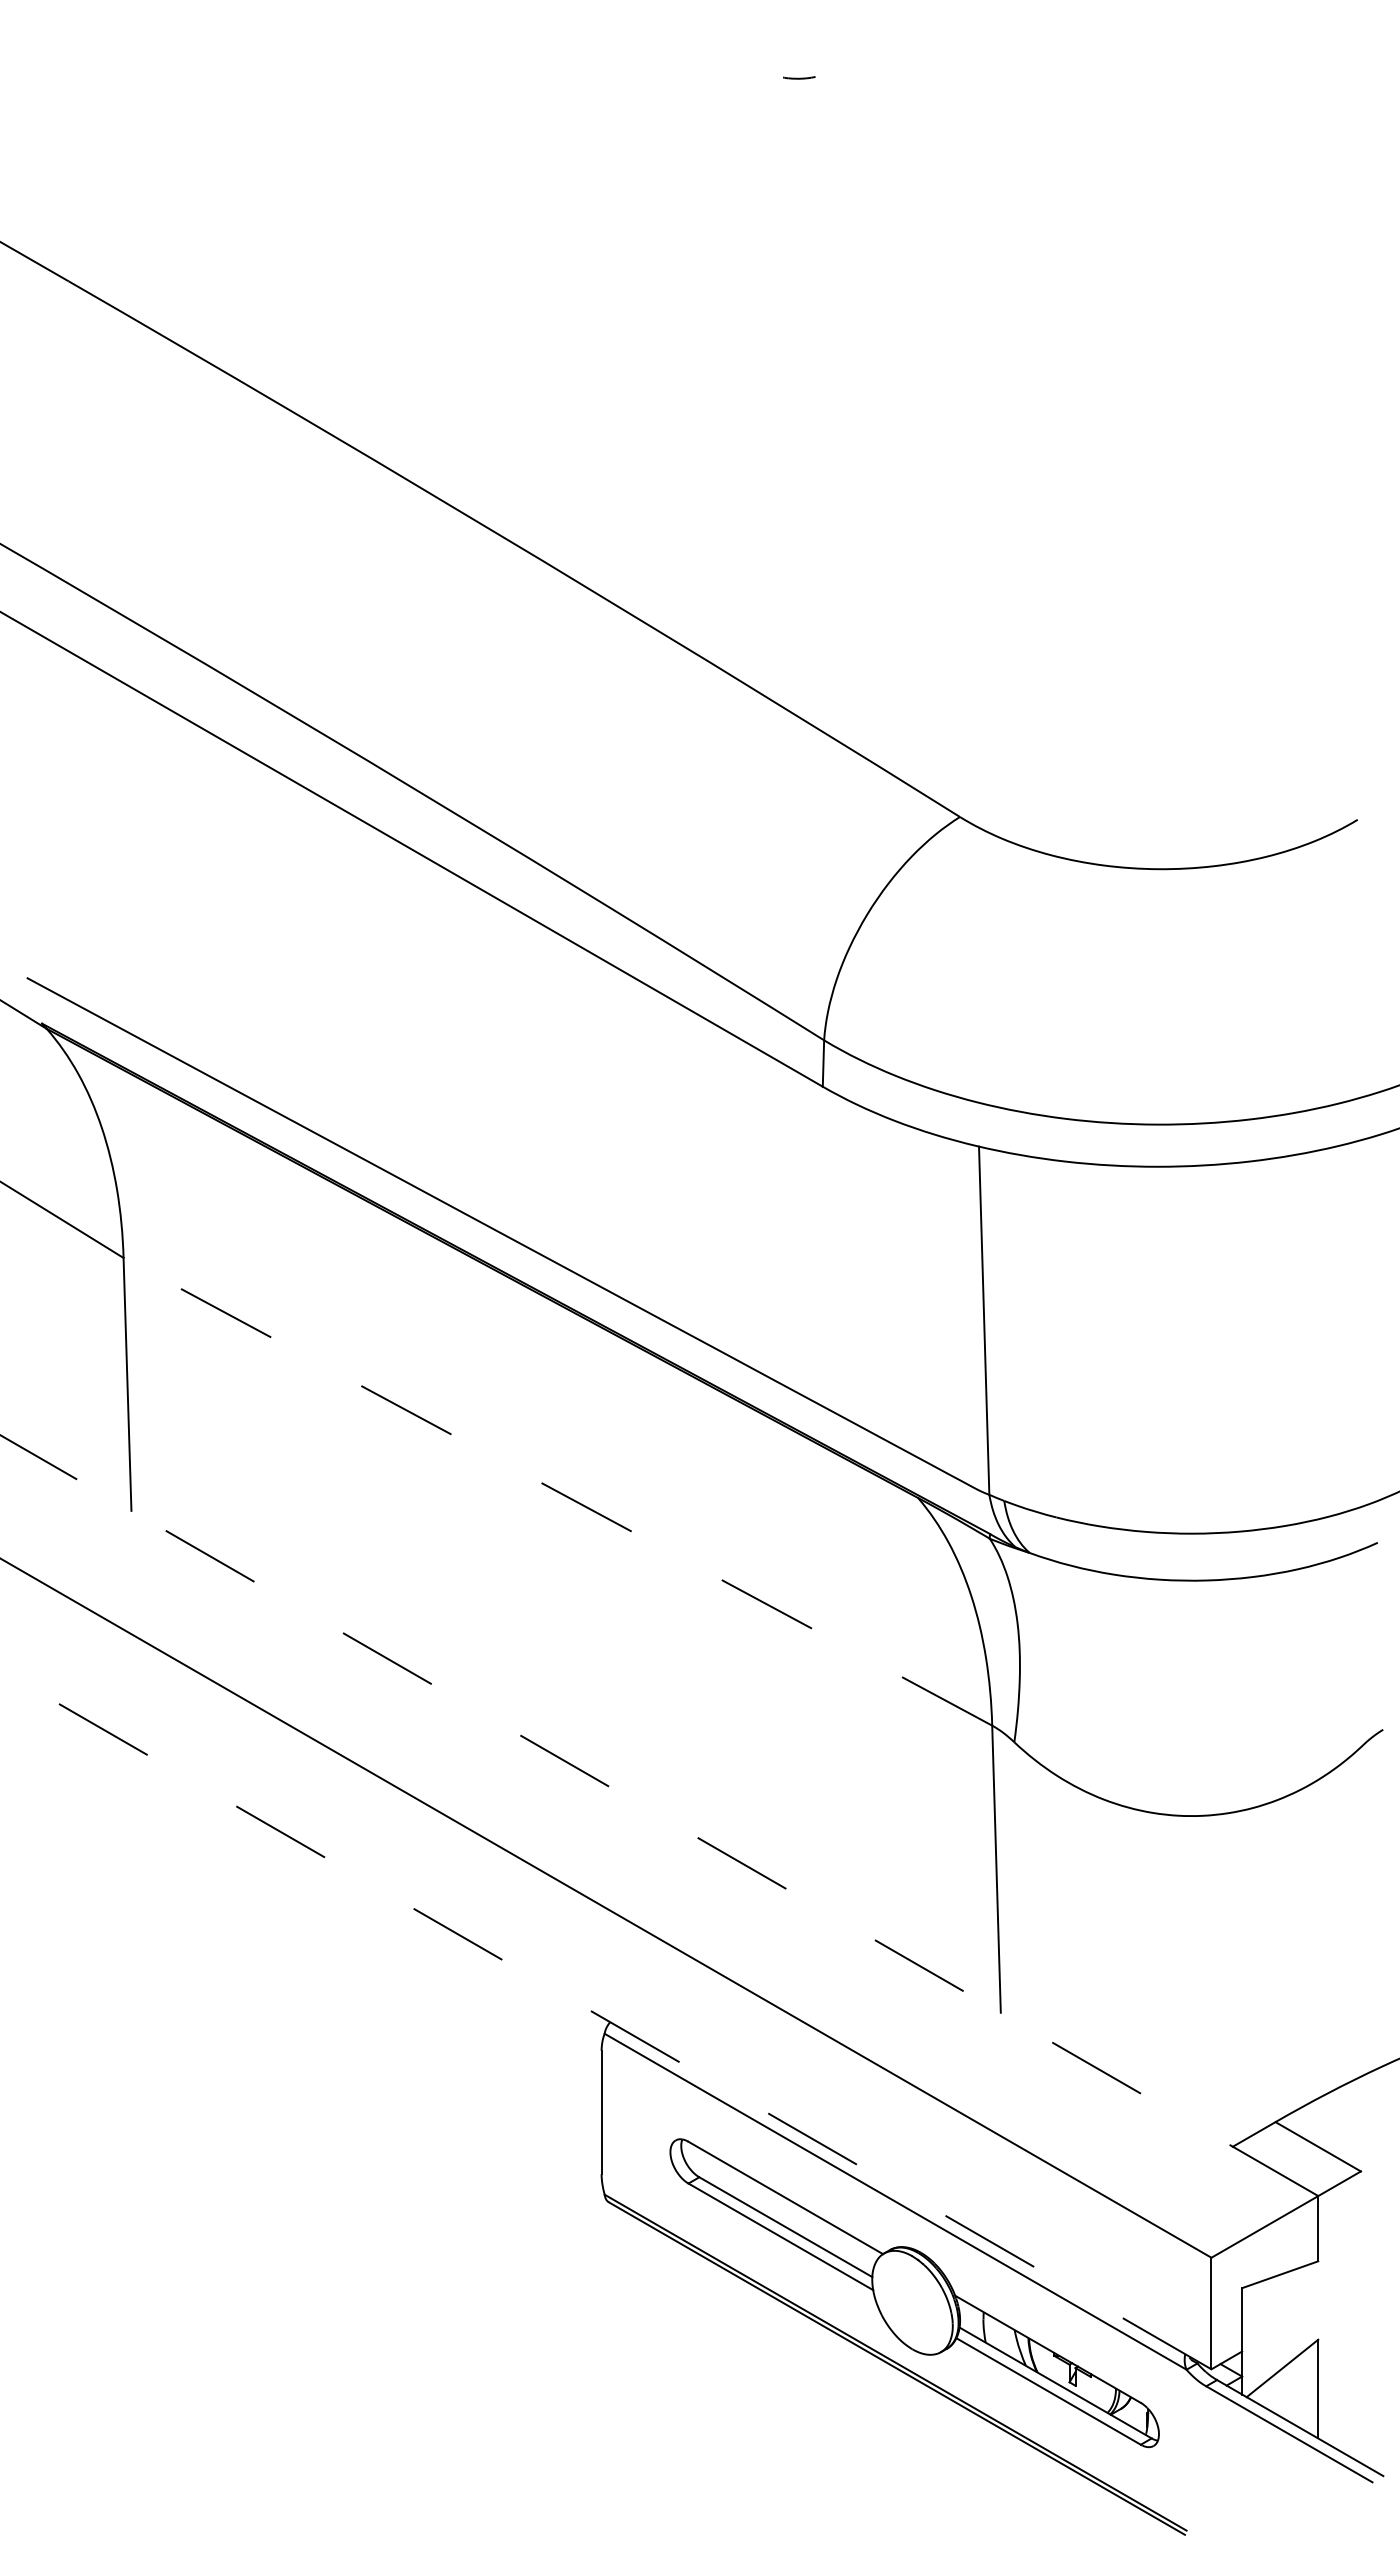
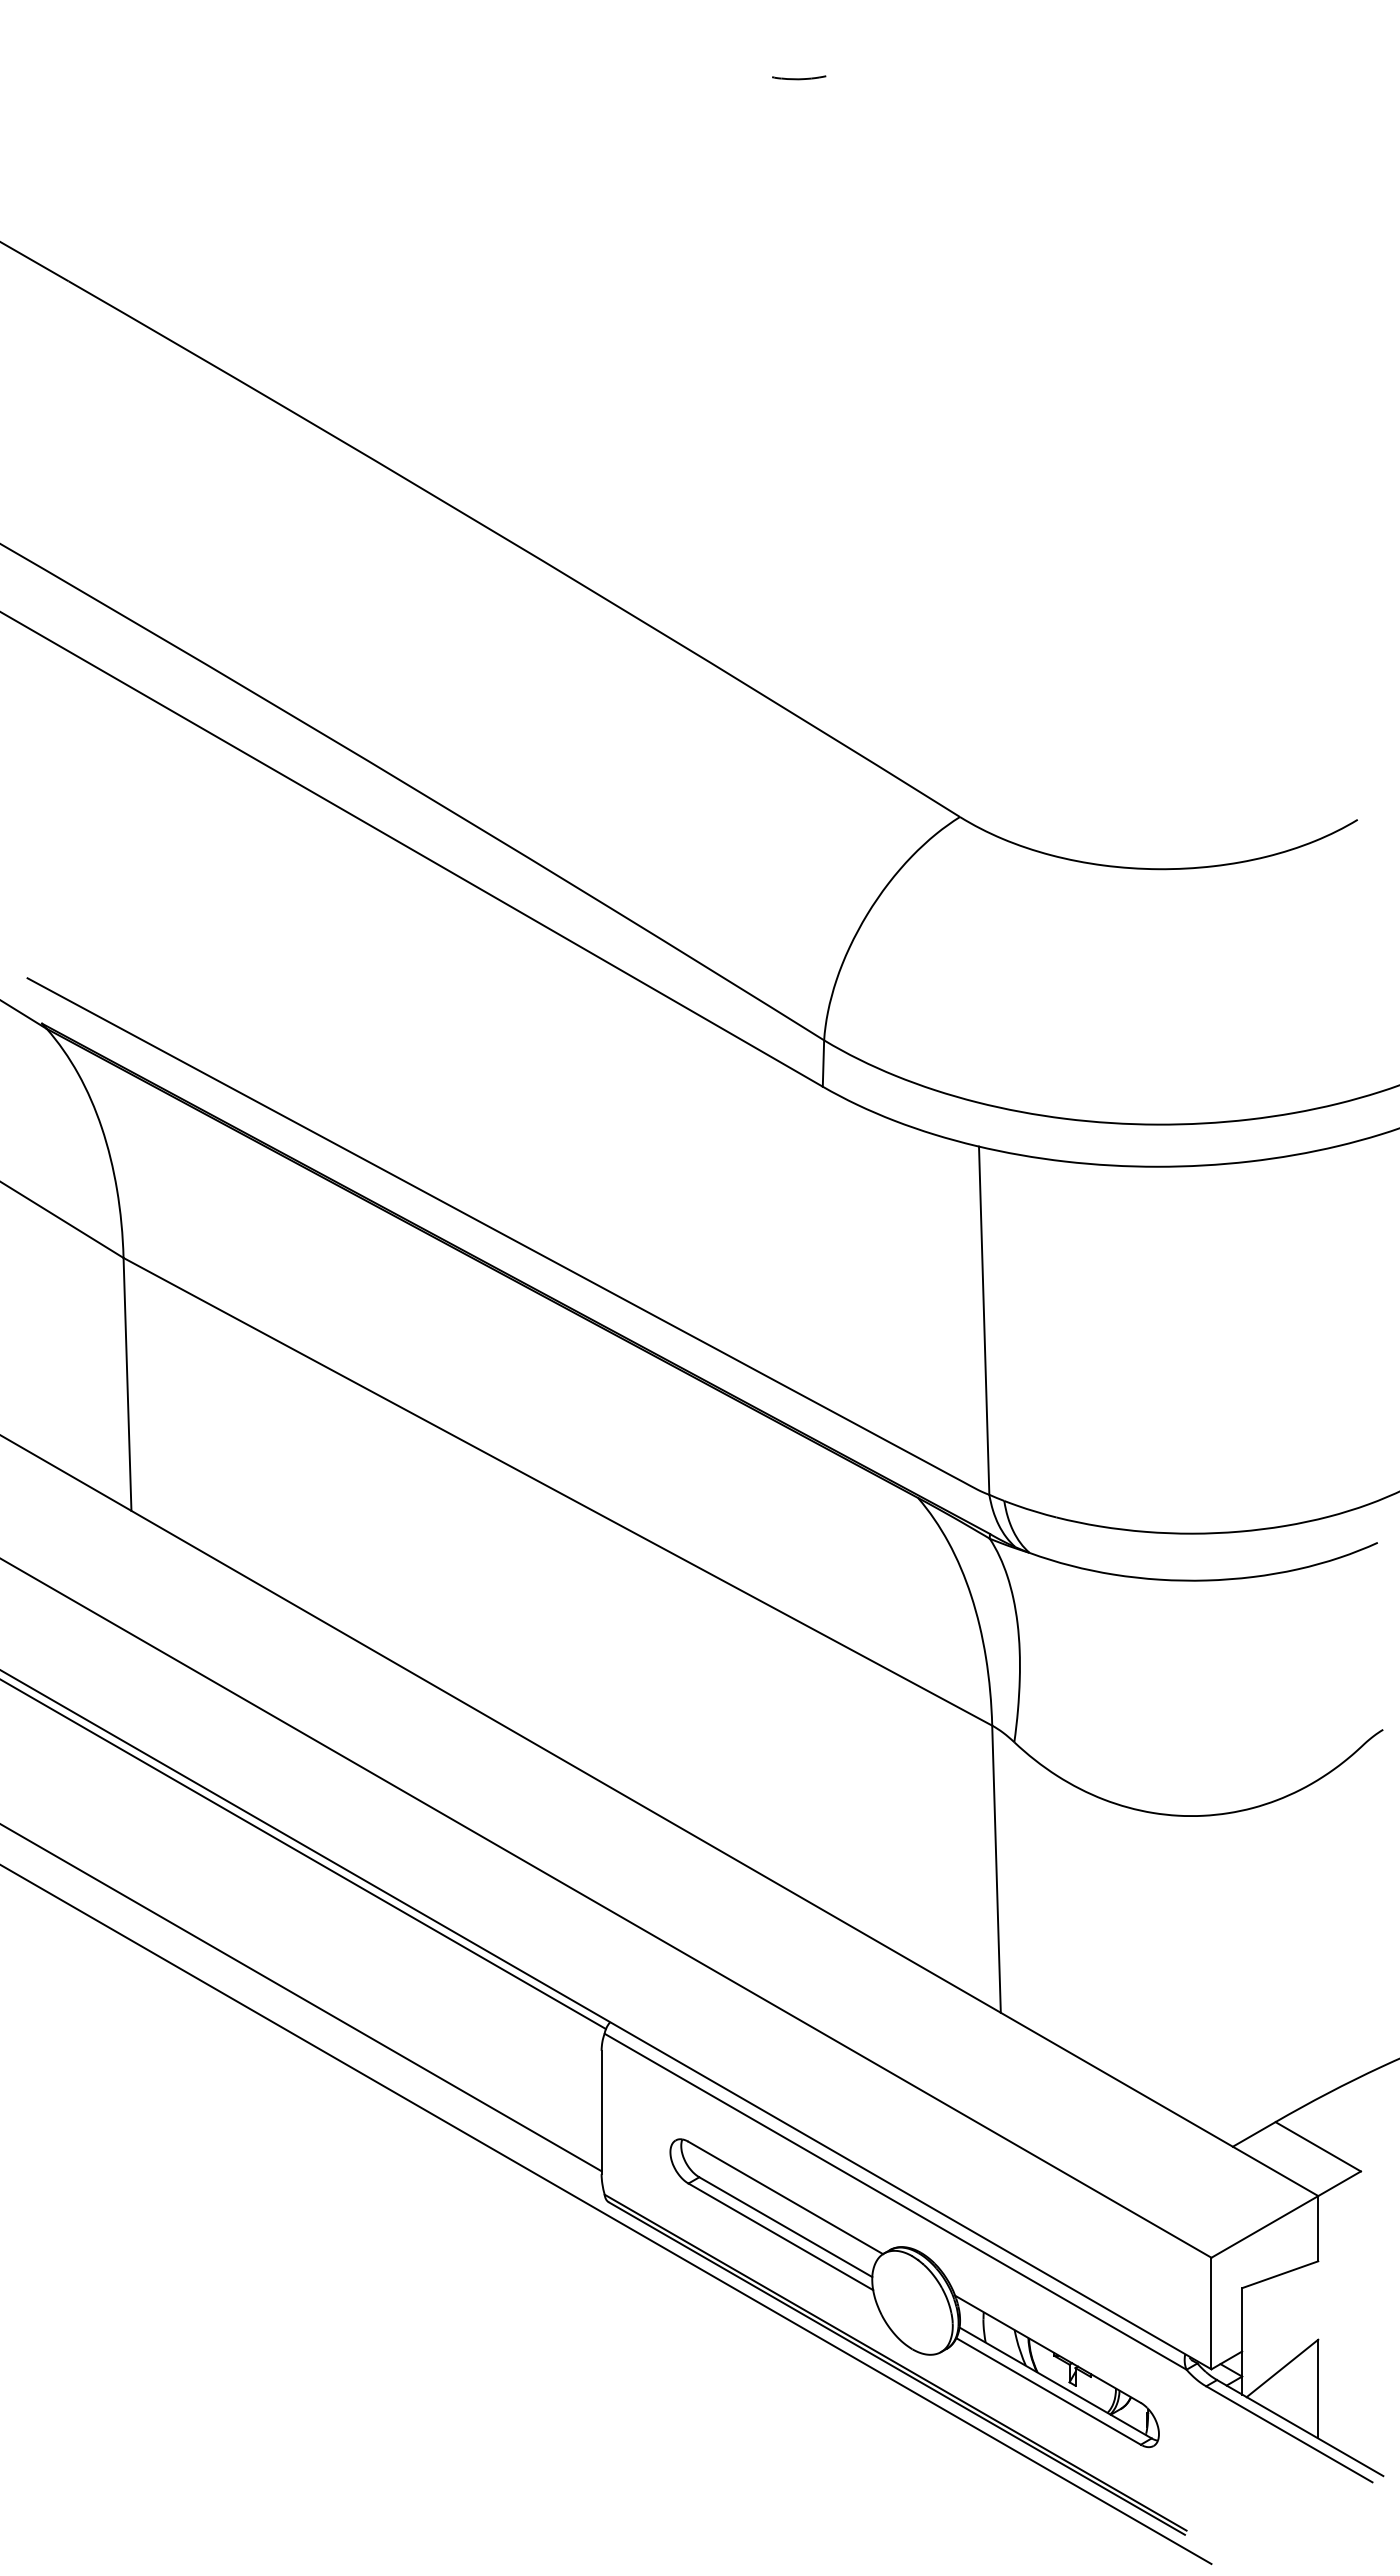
part at (799, 77) size: 33x4 px -> 55x6 px
line at (557, 1491): dashed -> solid
line at (659, 1815): dashed -> solid
line at (304, 1854): none -> present
line at (301, 1998): none -> present
line at (606, 2019): dashed -> solid
line at (606, 2214): none -> present
